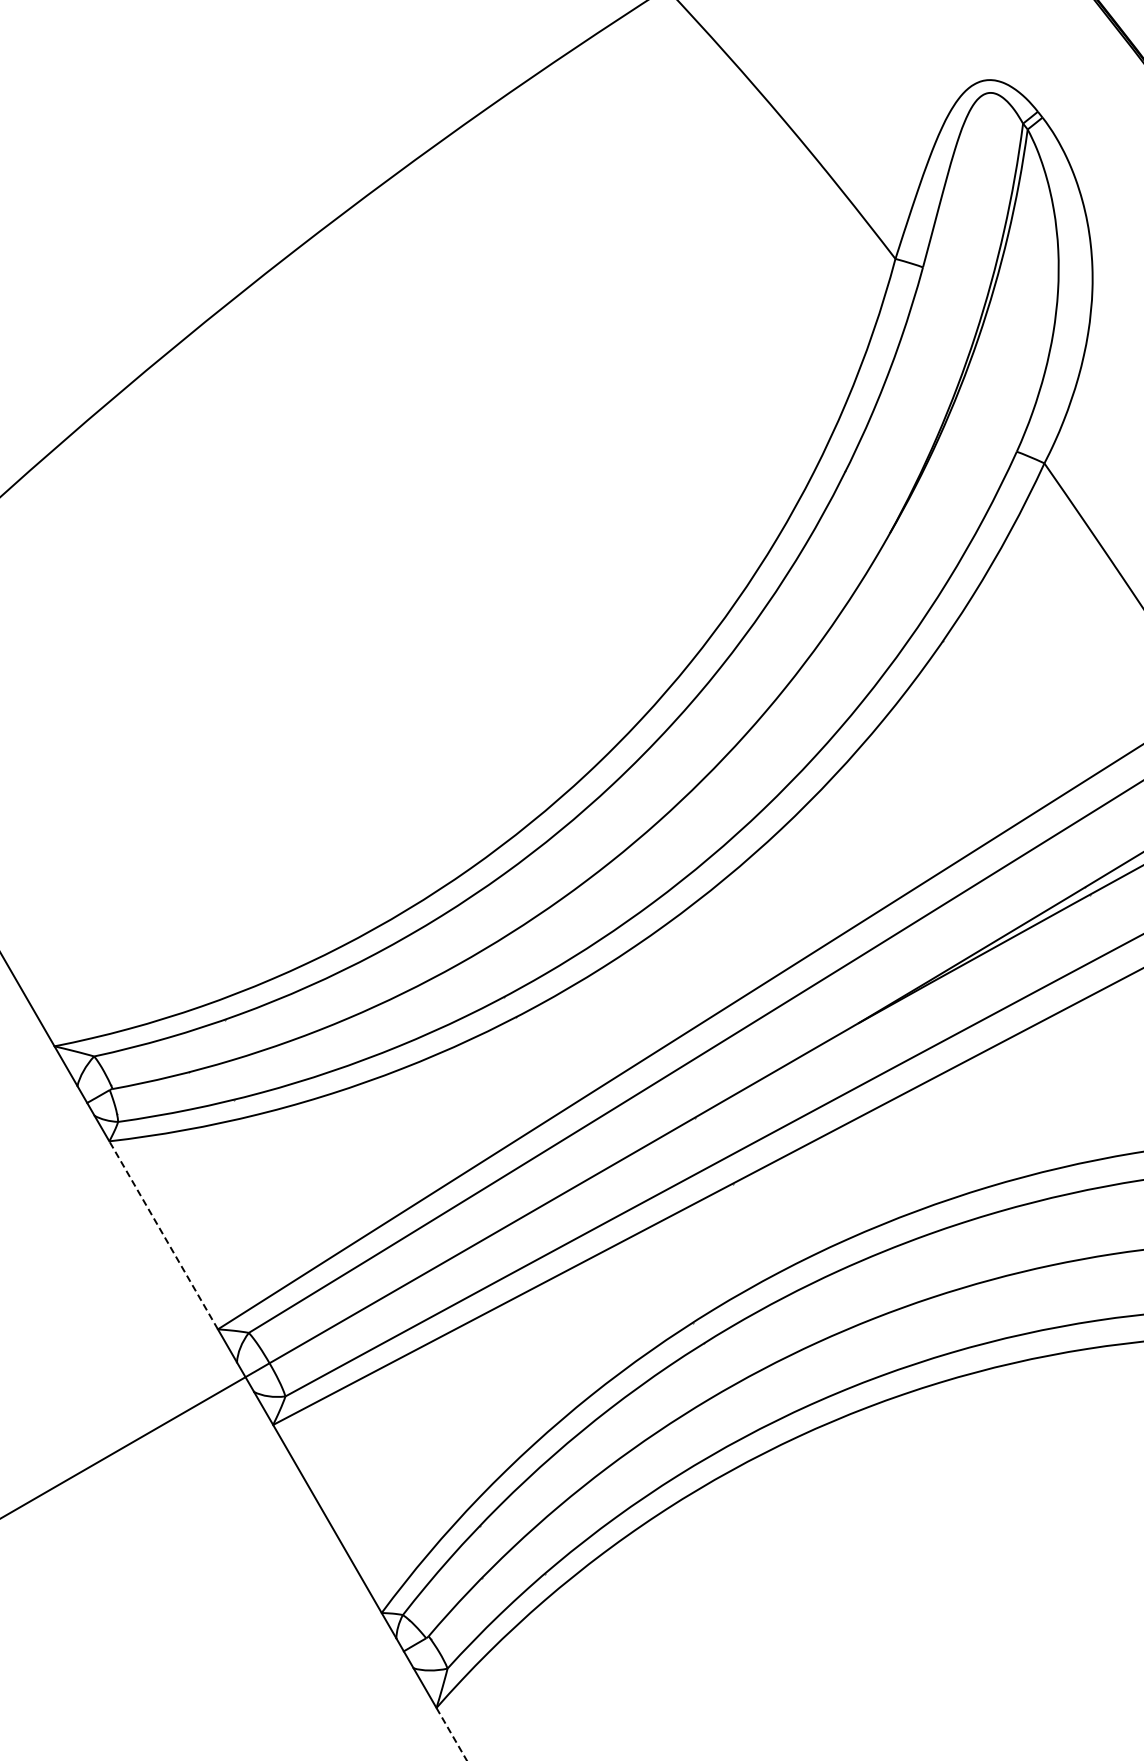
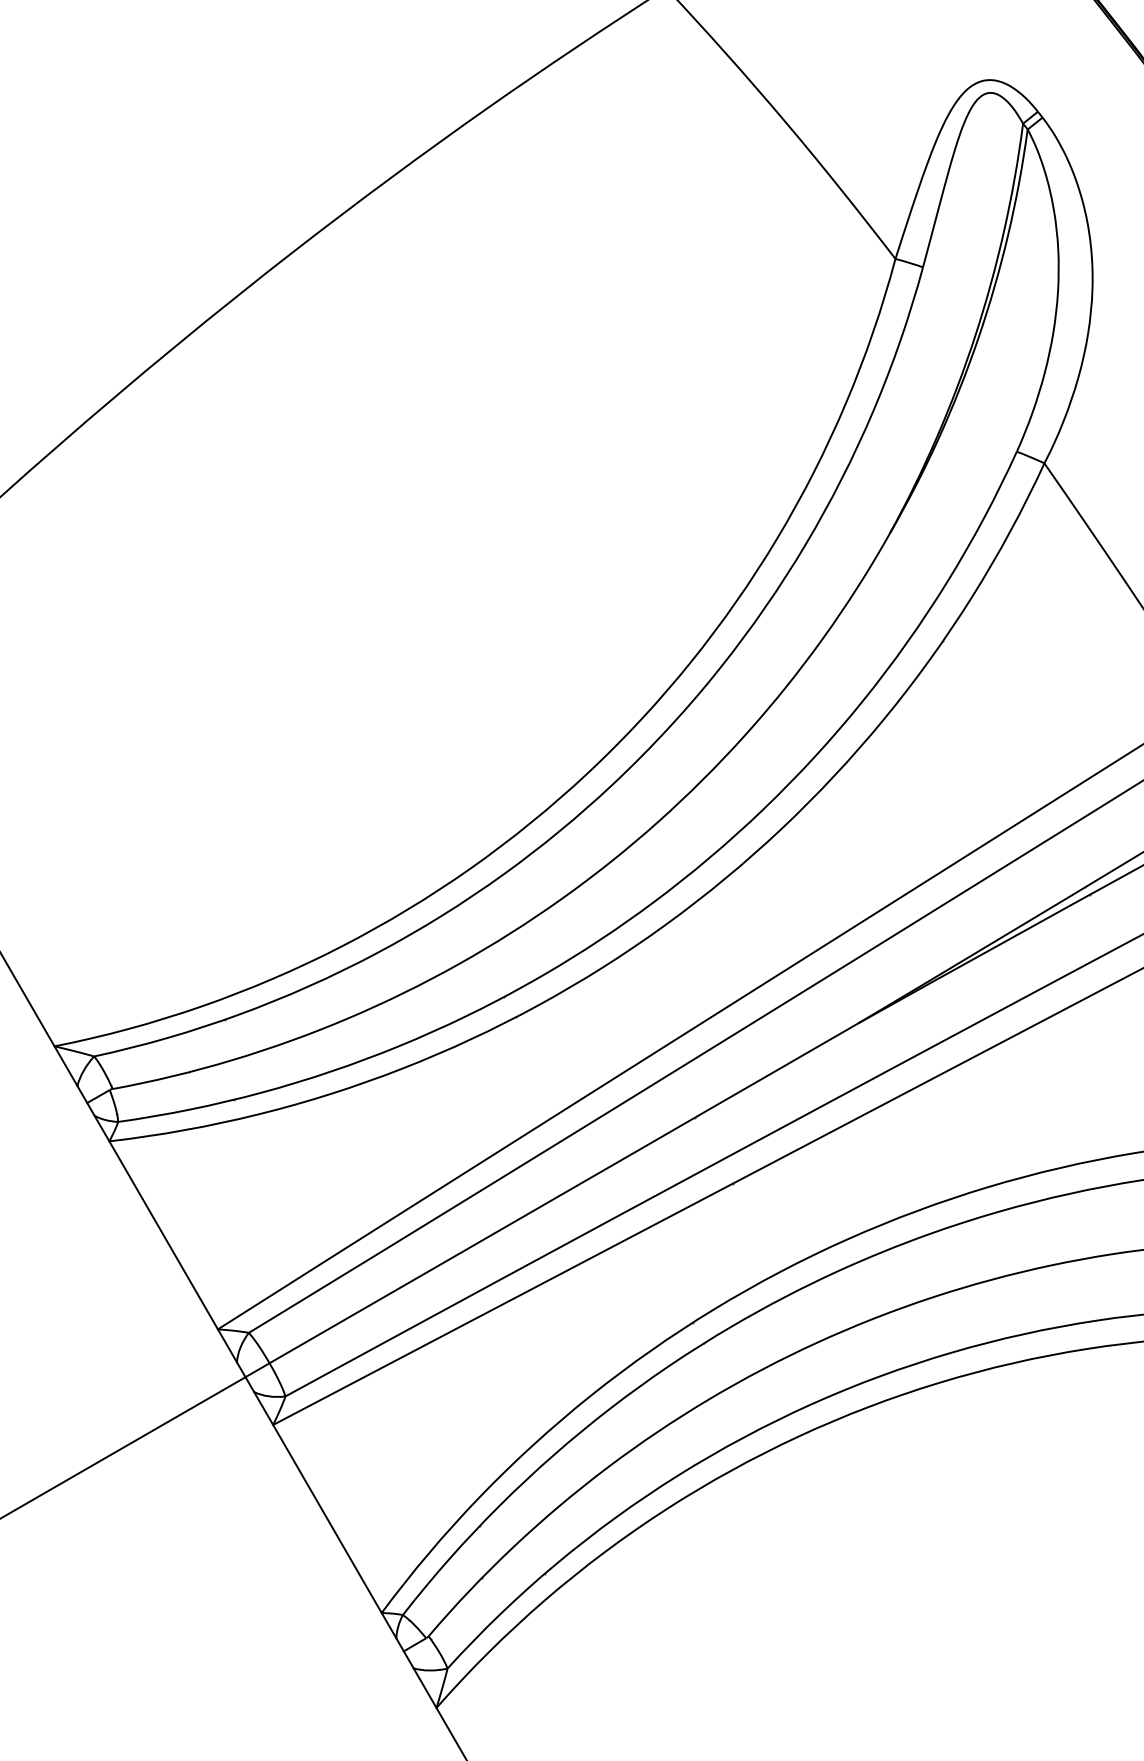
line at (163, 1235): dashed -> solid
line at (451, 1734): dashed -> solid
